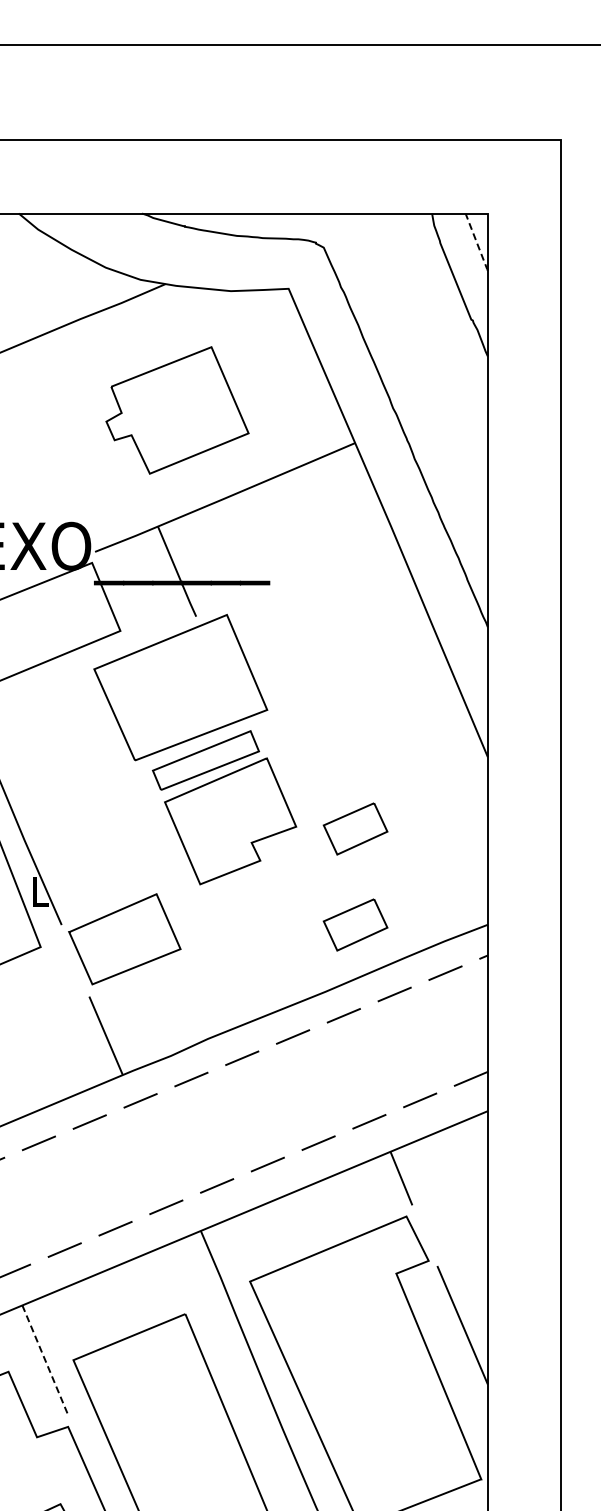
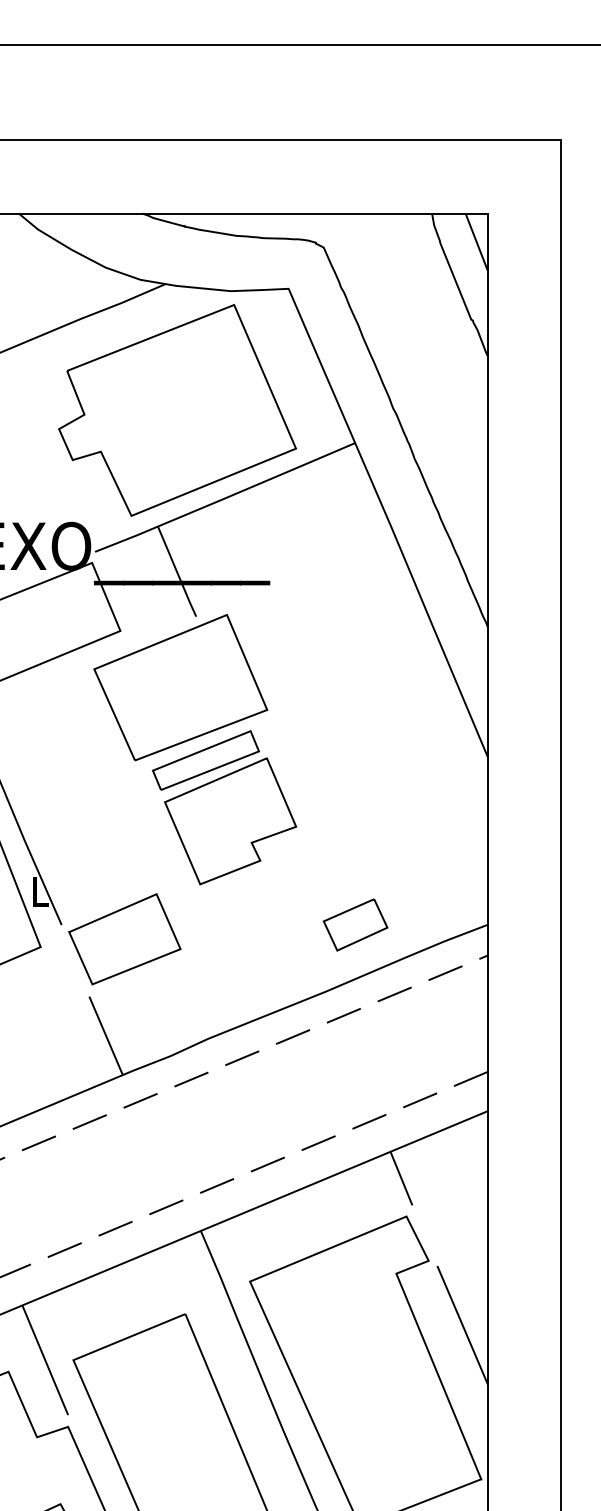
line at (476, 242): dashed -> solid
part at (177, 410) size: 145x129 px -> 239x213 px
part at (355, 828): present -> none
line at (45, 1360): dashed -> solid
